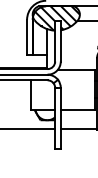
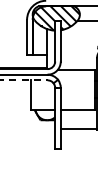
line at (24, 80): solid -> dashed
line at (28, 128): present -> none
